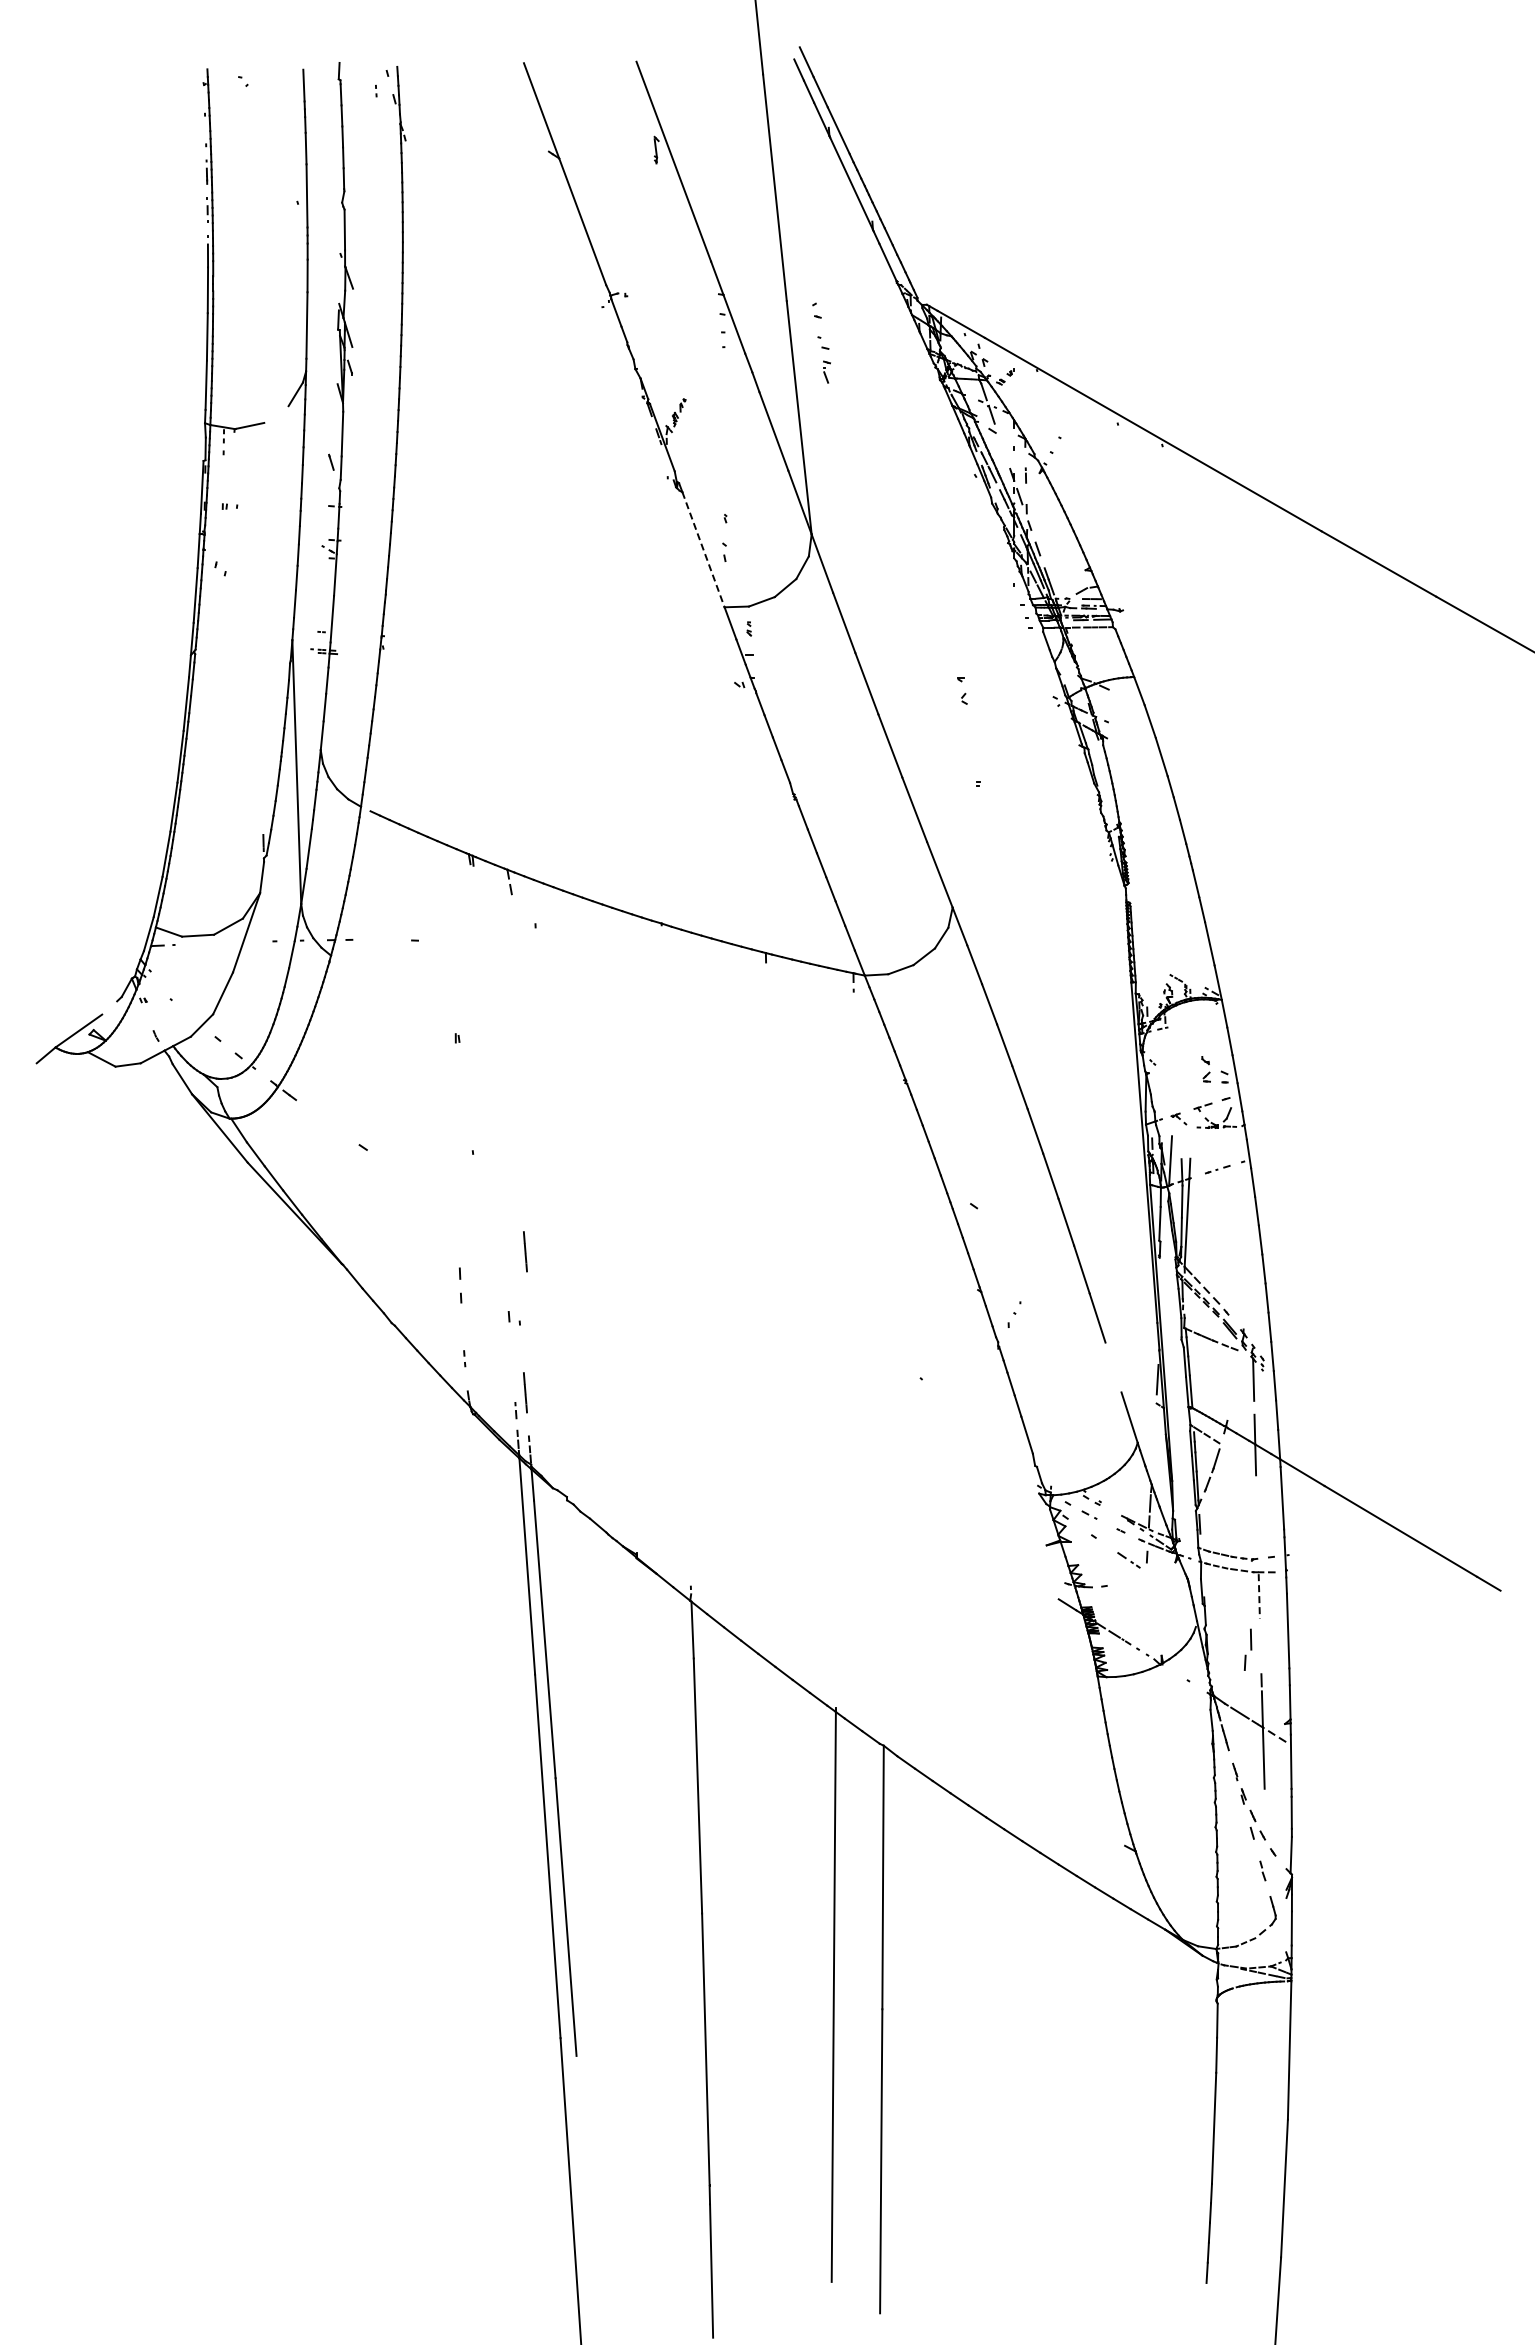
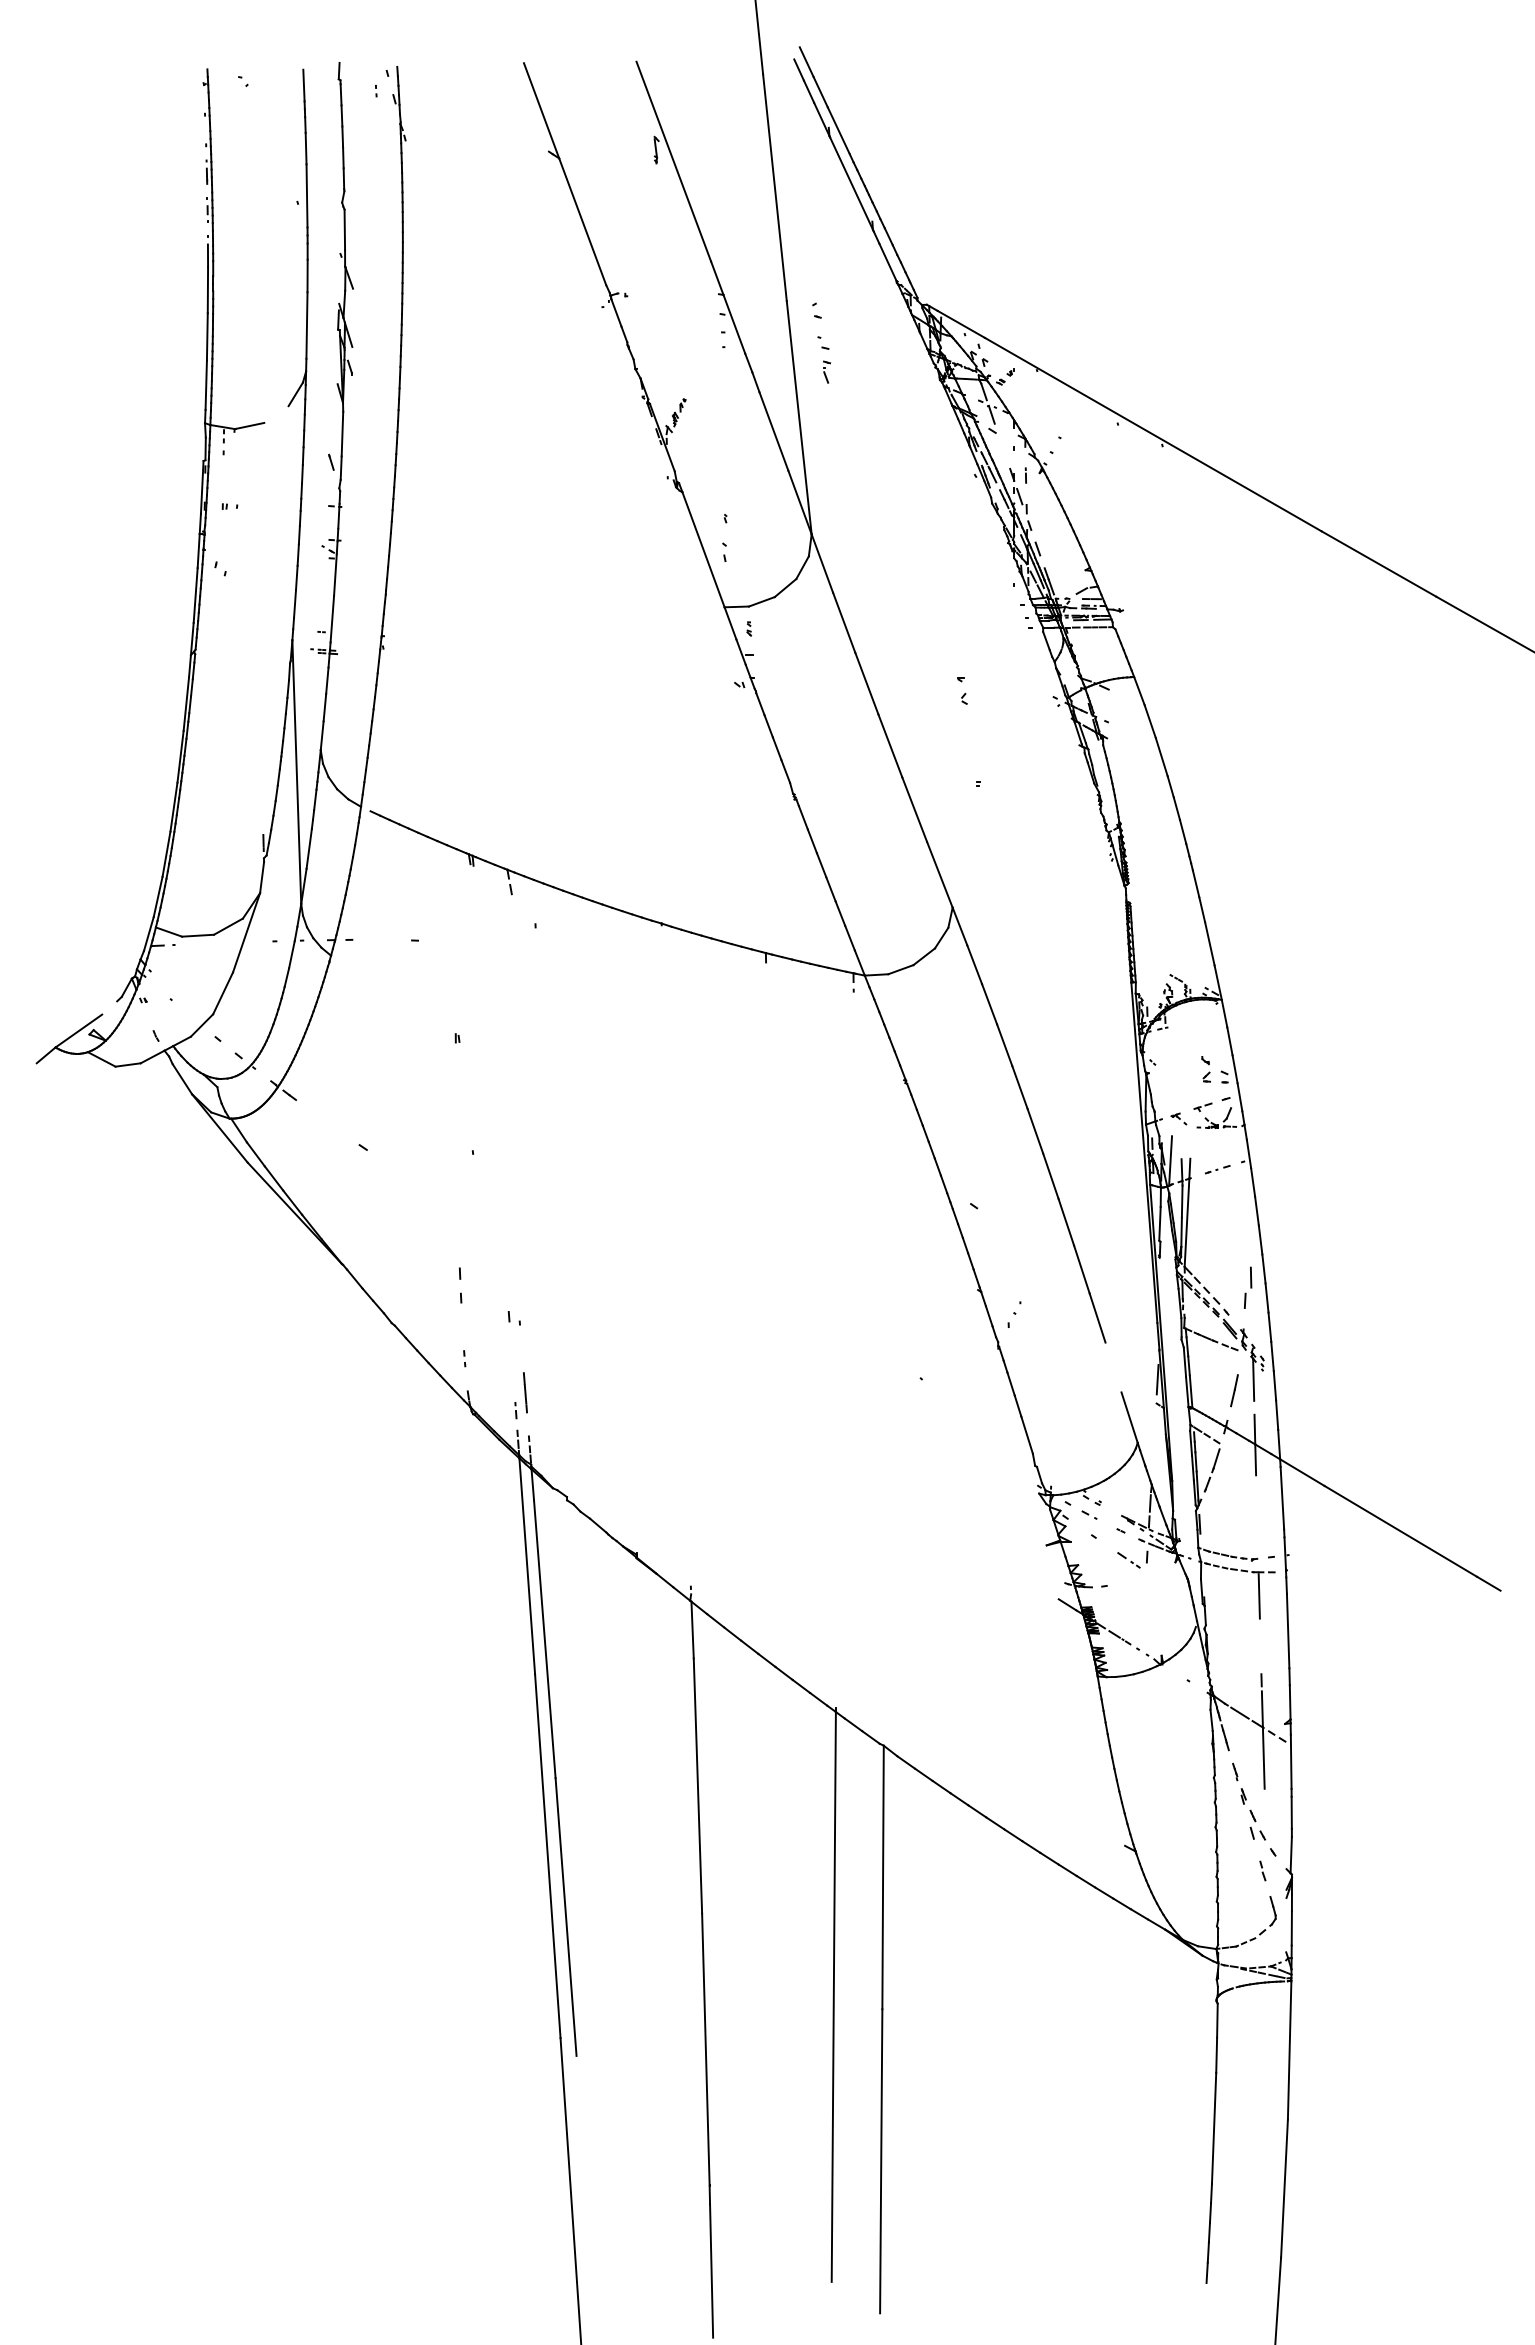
line at (703, 550): dashed -> solid
line at (525, 1251): present -> none
line at (1234, 1390): none -> present
line at (1259, 1596): dashed -> solid
part at (1247, 1649) position: (1247, 1649) -> (1247, 1287)
